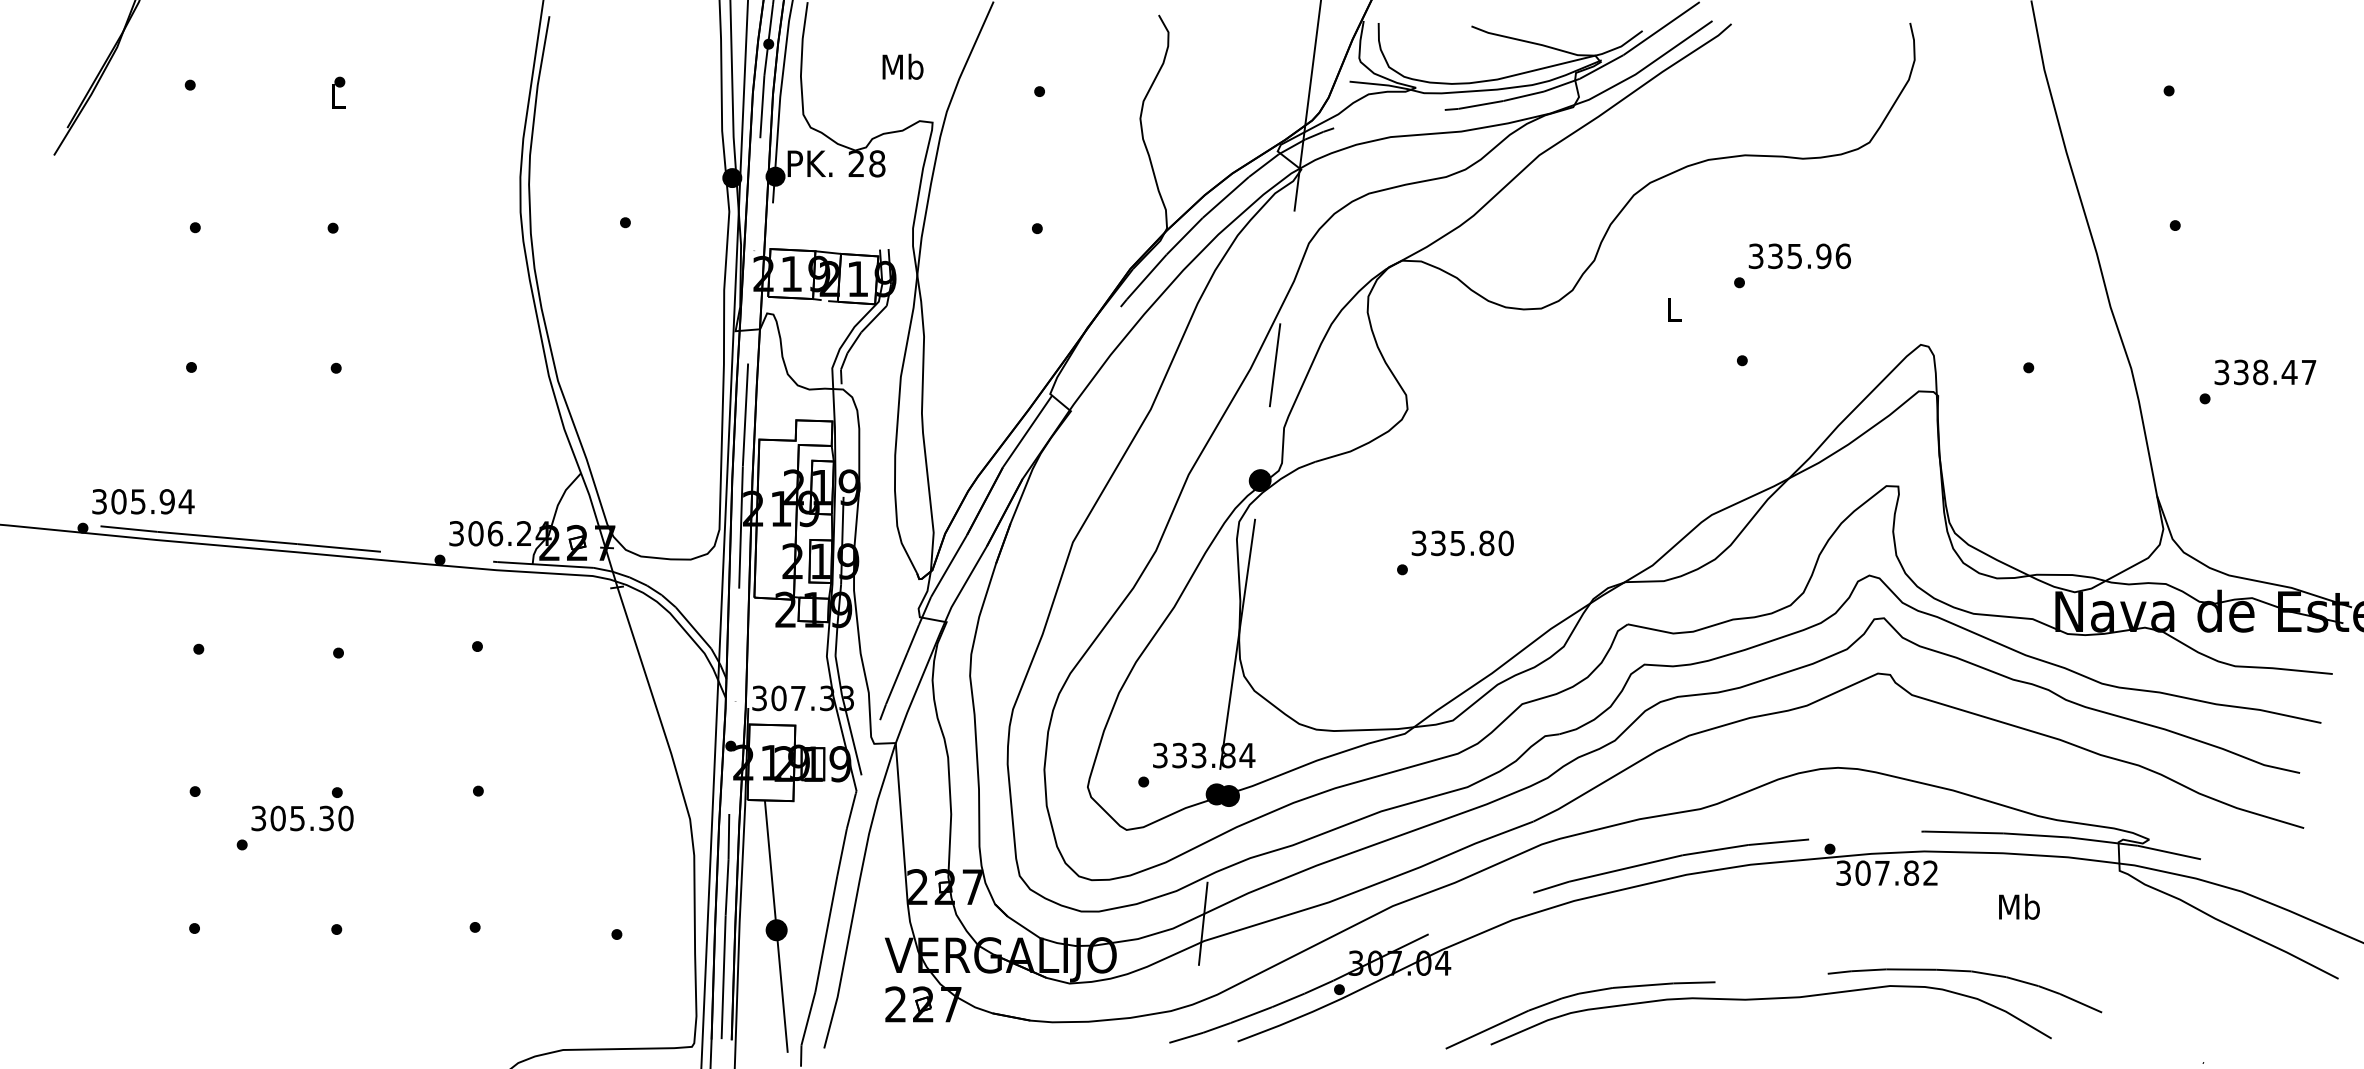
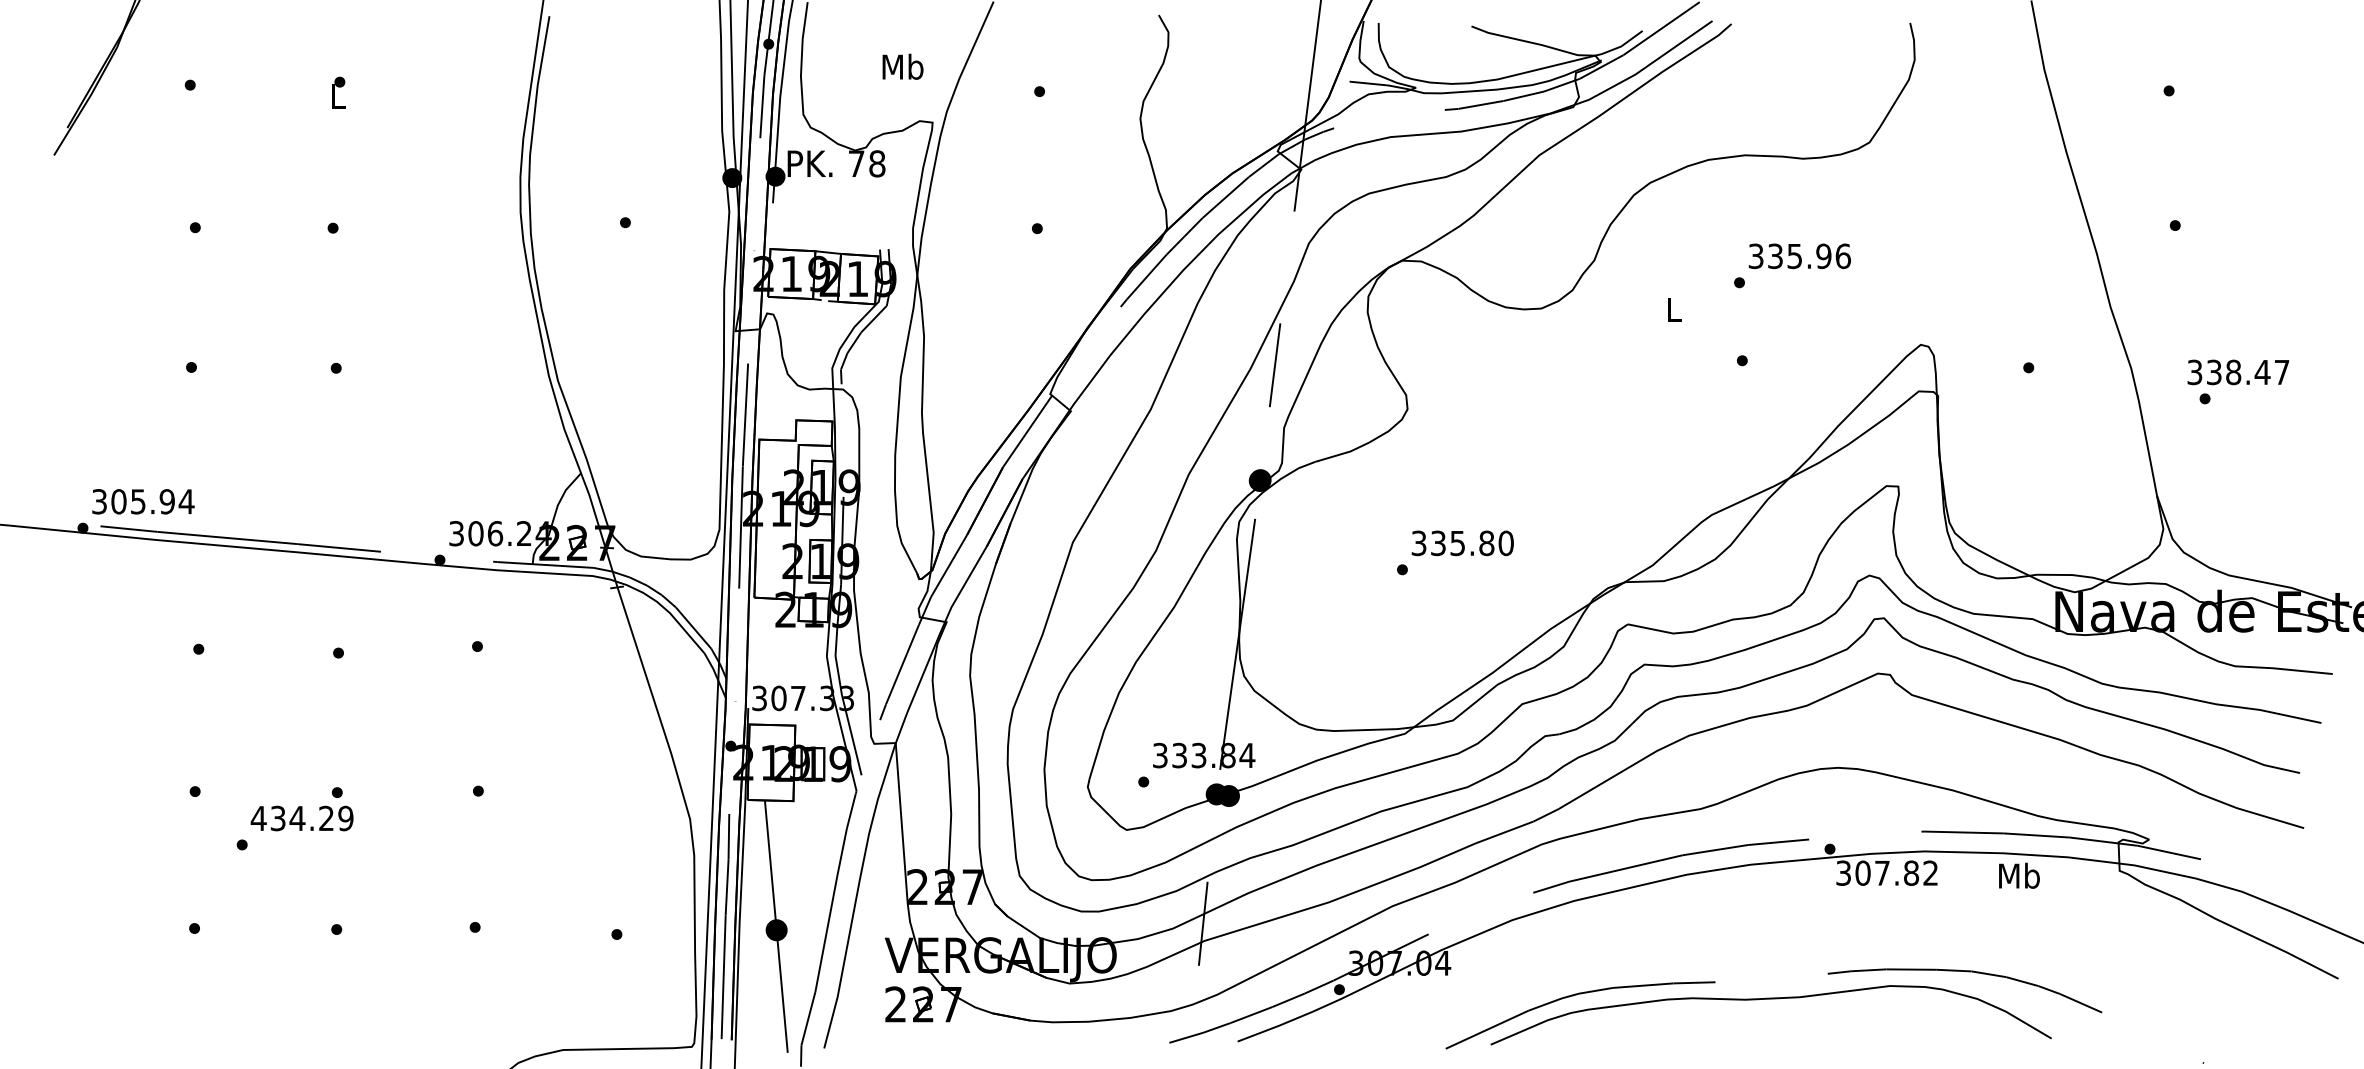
text at (856, 163): 28 -> 78
text at (2265, 372) position: (2265, 372) -> (2238, 372)
text at (301, 818): 305.30 -> 434.29
text at (2019, 906) position: (2019, 906) -> (2019, 875)
